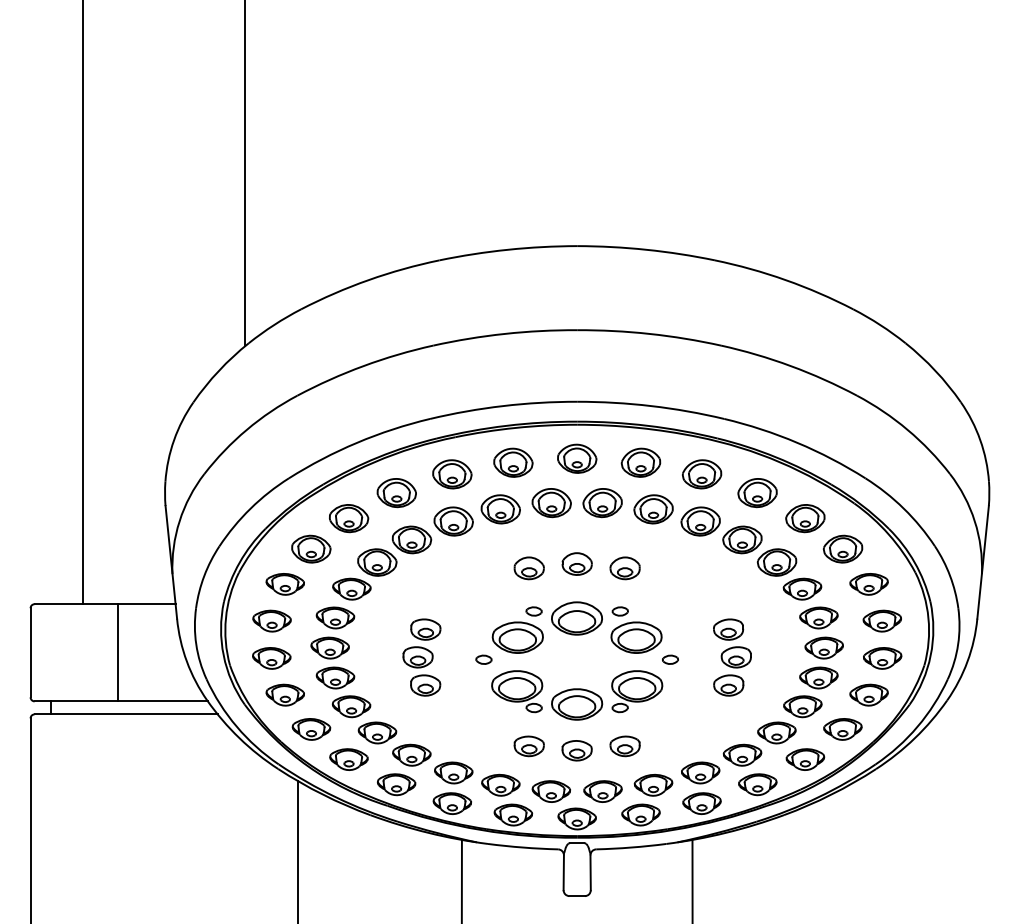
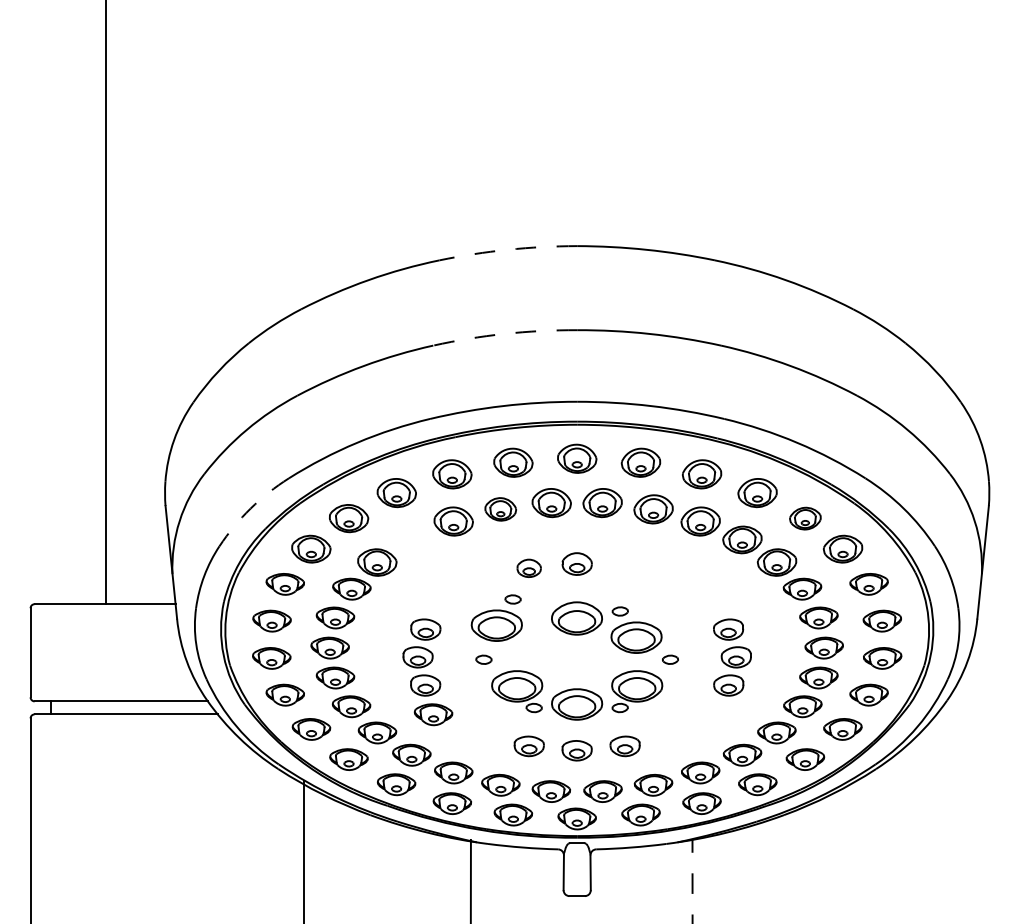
line at (245, 174): present -> none
arc at (508, 249): solid -> dashed
line at (83, 303) position: (83, 303) -> (106, 303)
arc at (504, 333): solid -> dashed
arc at (250, 508): solid -> dashed
part at (500, 509) size: 41x31 px -> 33x25 px
part at (805, 518) size: 41x30 px -> 33x25 px
part at (411, 539): present -> none
part at (528, 568) size: 32x25 px -> 26x20 px
part at (624, 568): present -> none
part at (517, 629) position: (517, 629) -> (496, 617)
line at (117, 652): present -> none
part at (433, 714): none -> present
line at (297, 850) position: (297, 850) -> (303, 850)
line at (461, 879) position: (461, 879) -> (470, 879)
line at (692, 881): solid -> dashed
